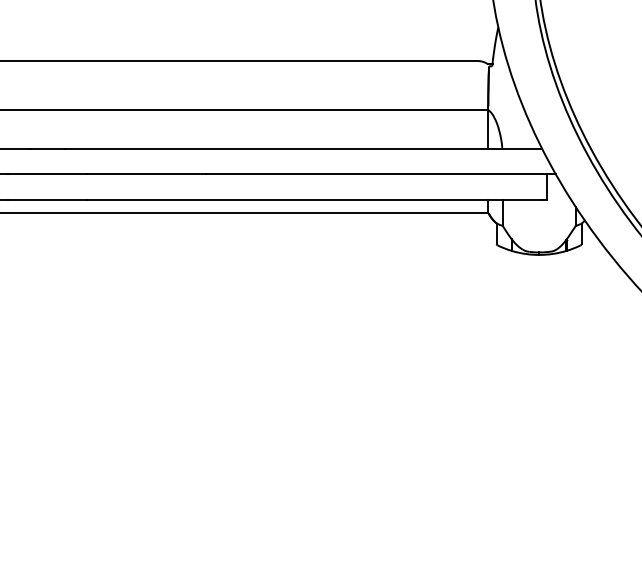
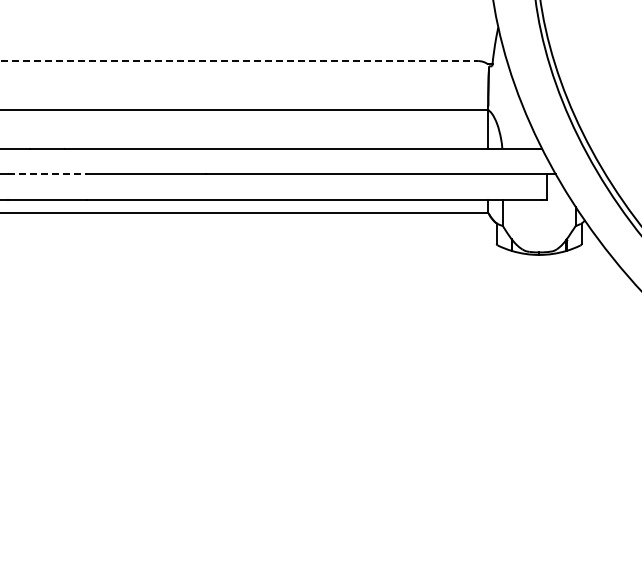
line at (239, 61): solid -> dashed
line at (47, 174): solid -> dashed
